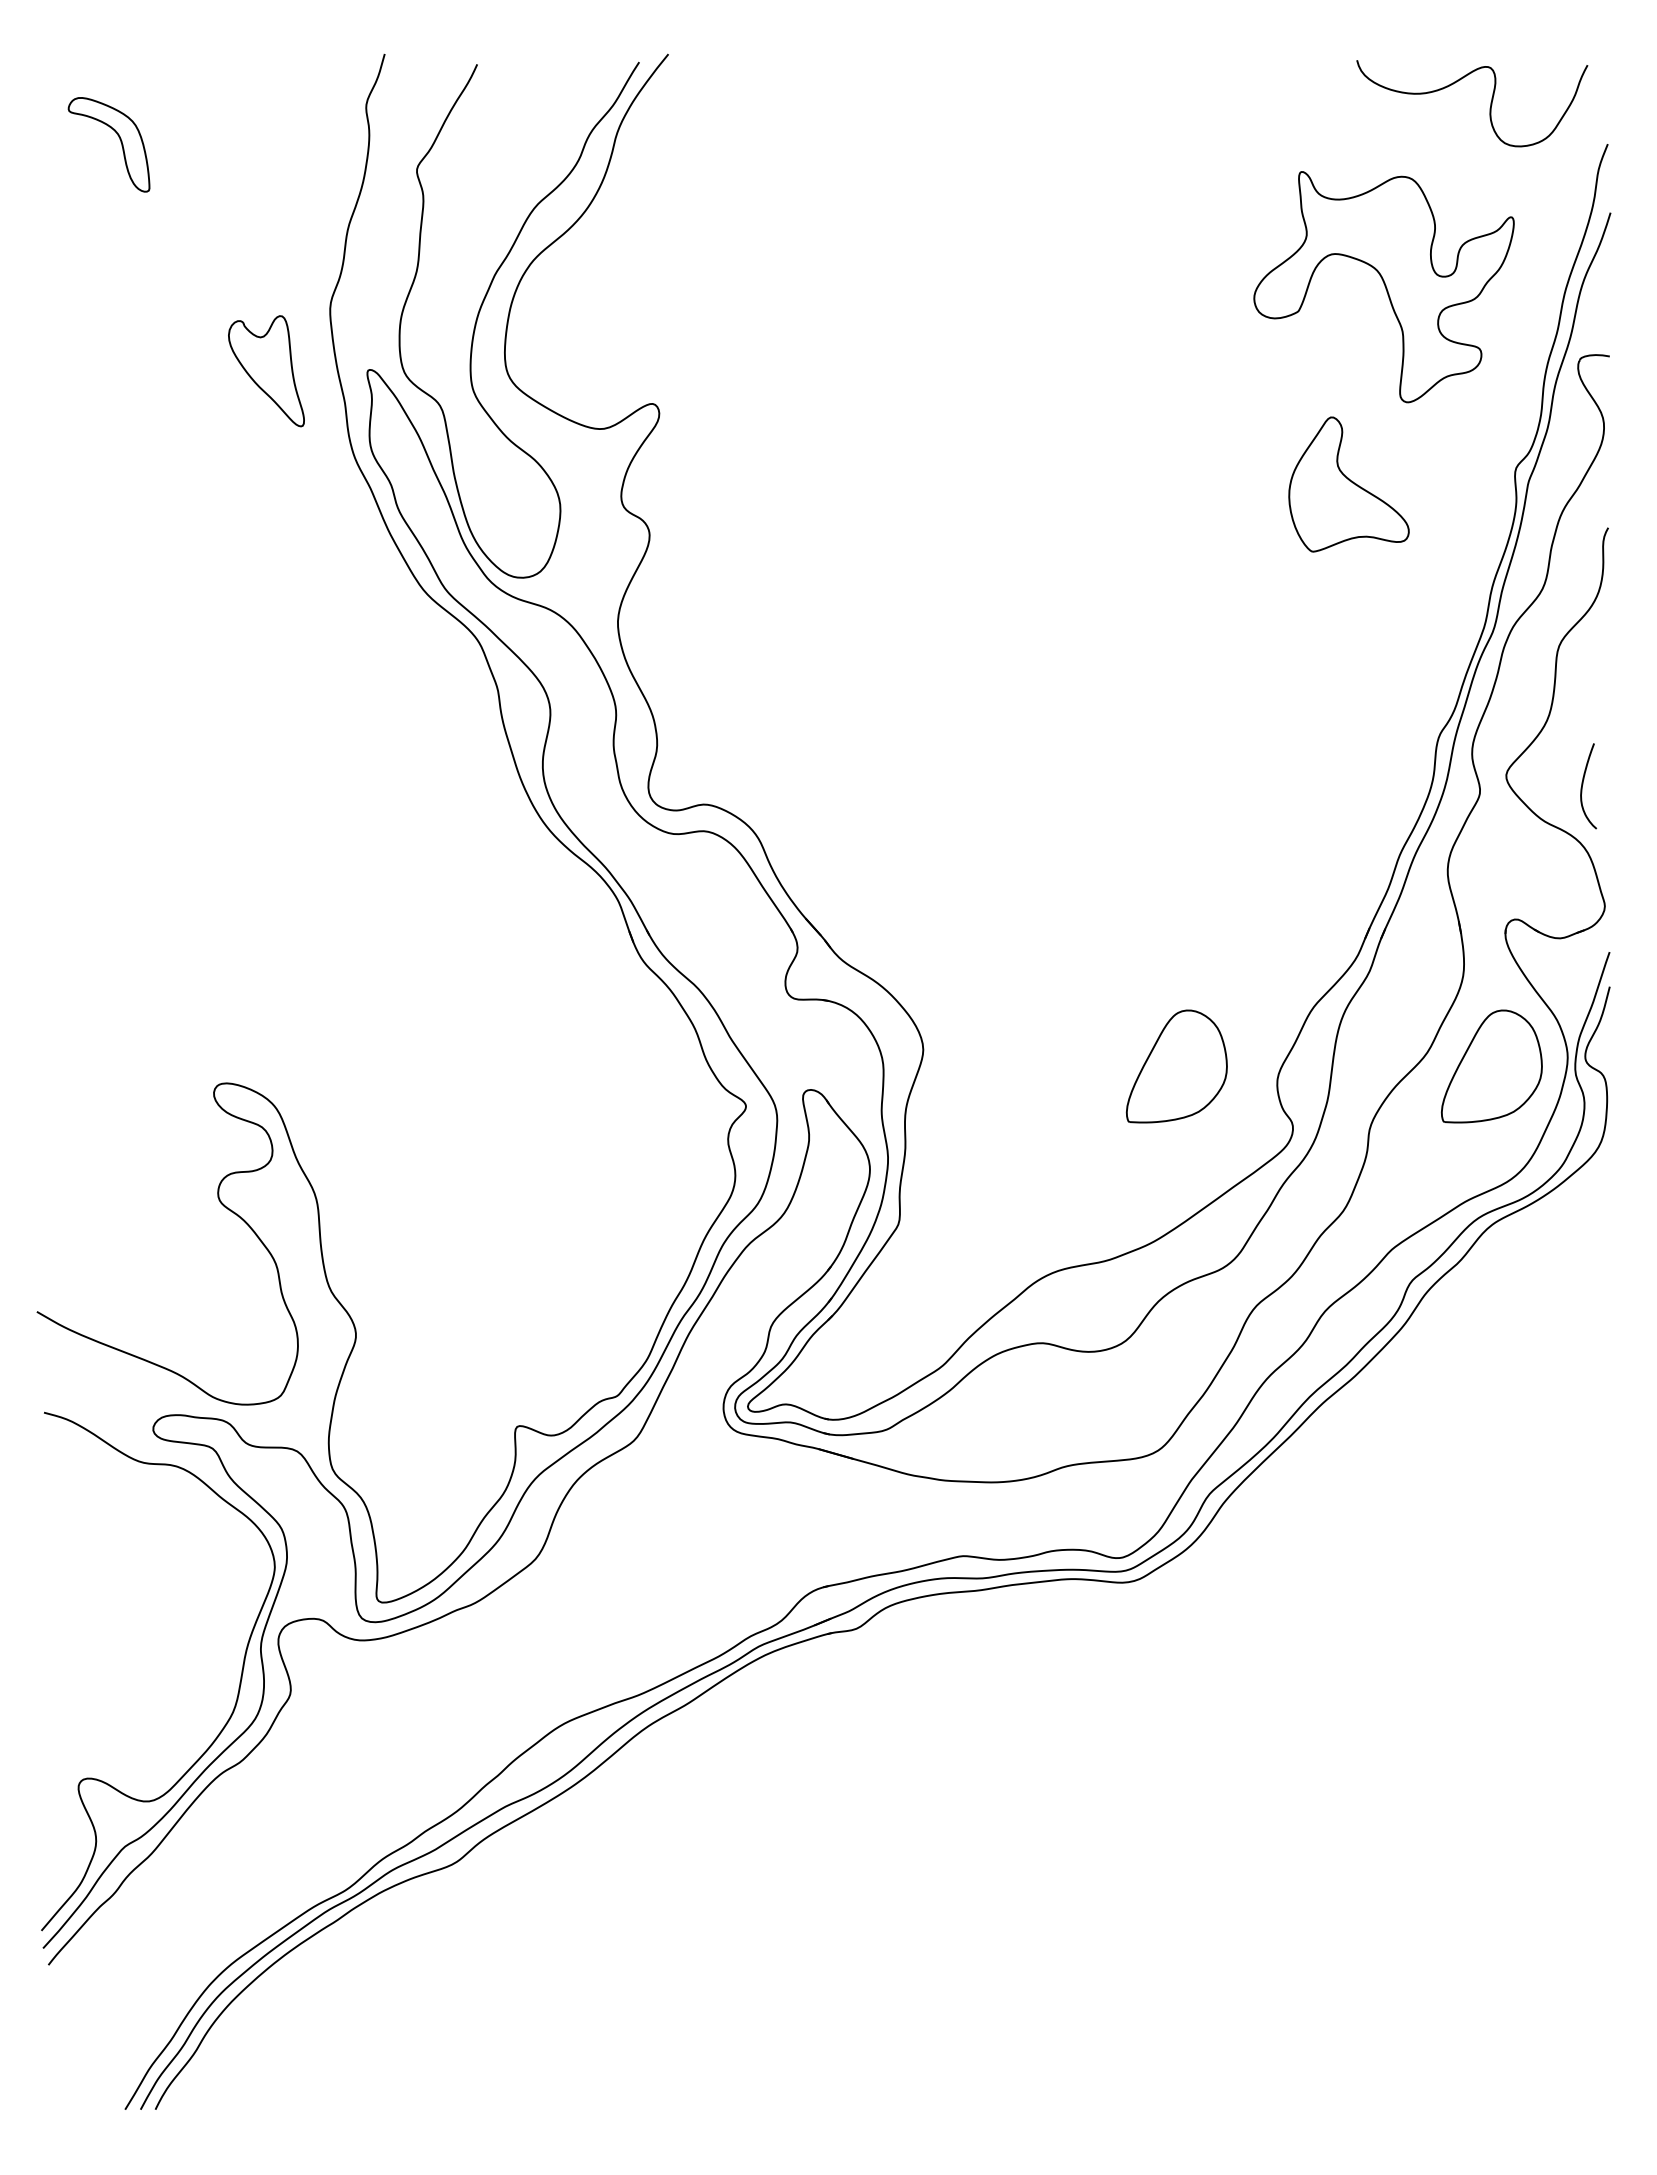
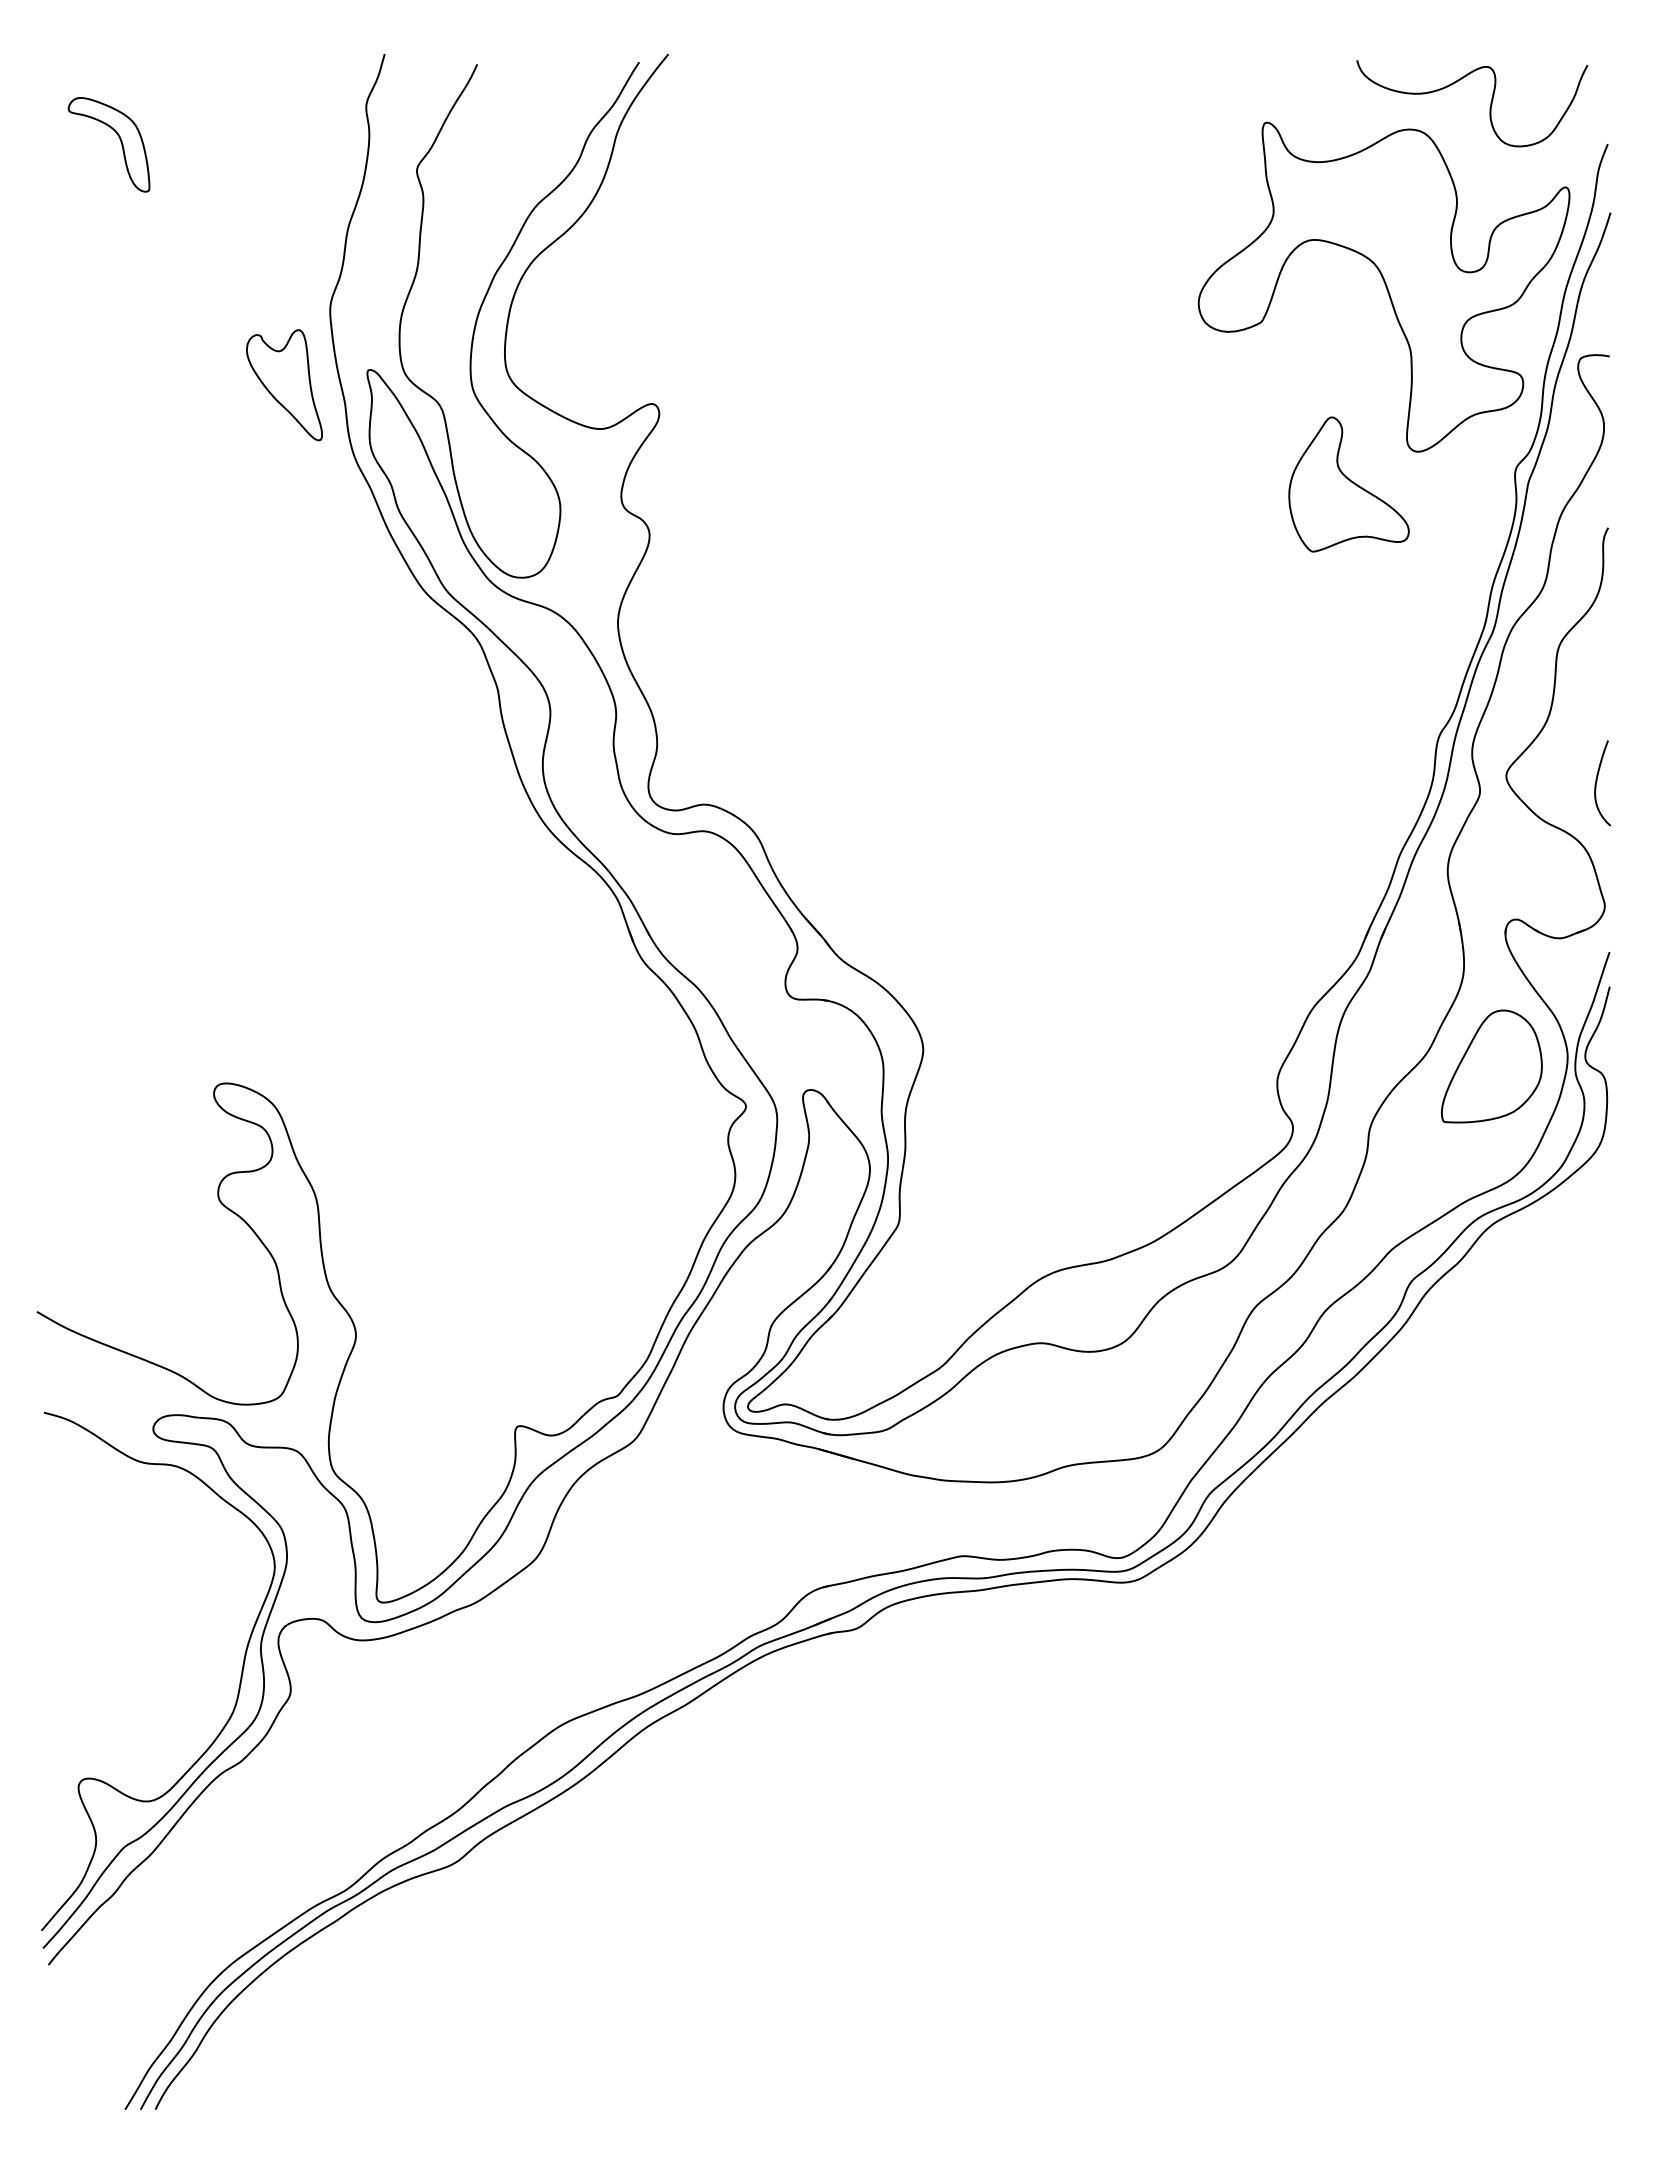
part at (1383, 287) size: 262x233 px -> 374x332 px
part at (266, 371) position: (266, 371) -> (284, 385)
curve at (1583, 784) position: (1583, 784) -> (1597, 781)
part at (1176, 1066): present -> none
